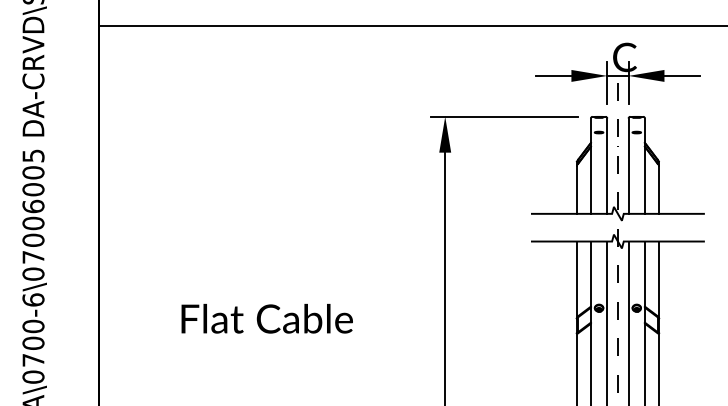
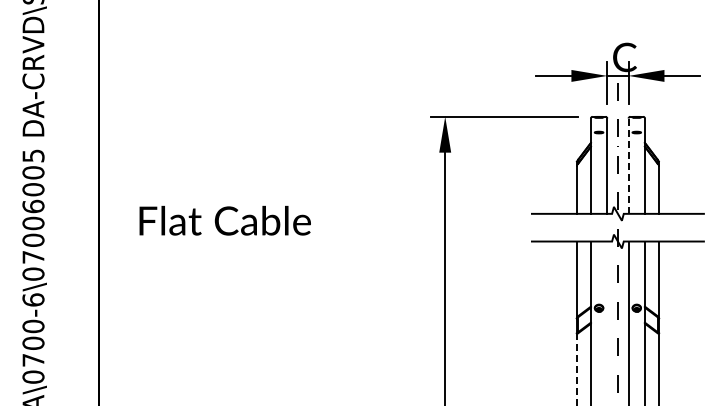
line at (411, 26): present -> none
line at (628, 166): solid -> dashed
text at (266, 318) position: (266, 318) -> (224, 220)
line at (607, 321): present -> none
line at (576, 369): solid -> dashed
